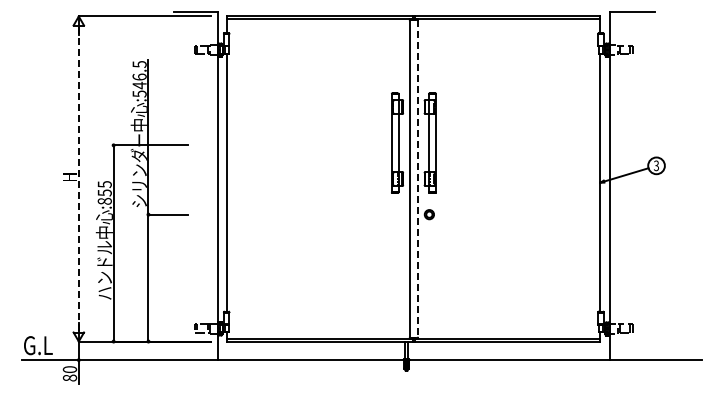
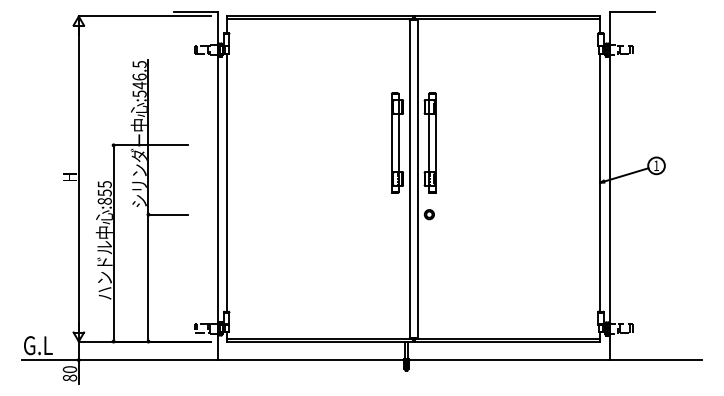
text at (656, 165): 3 -> 1
line at (78, 179): dashed -> solid
line at (417, 179): dashed -> solid
